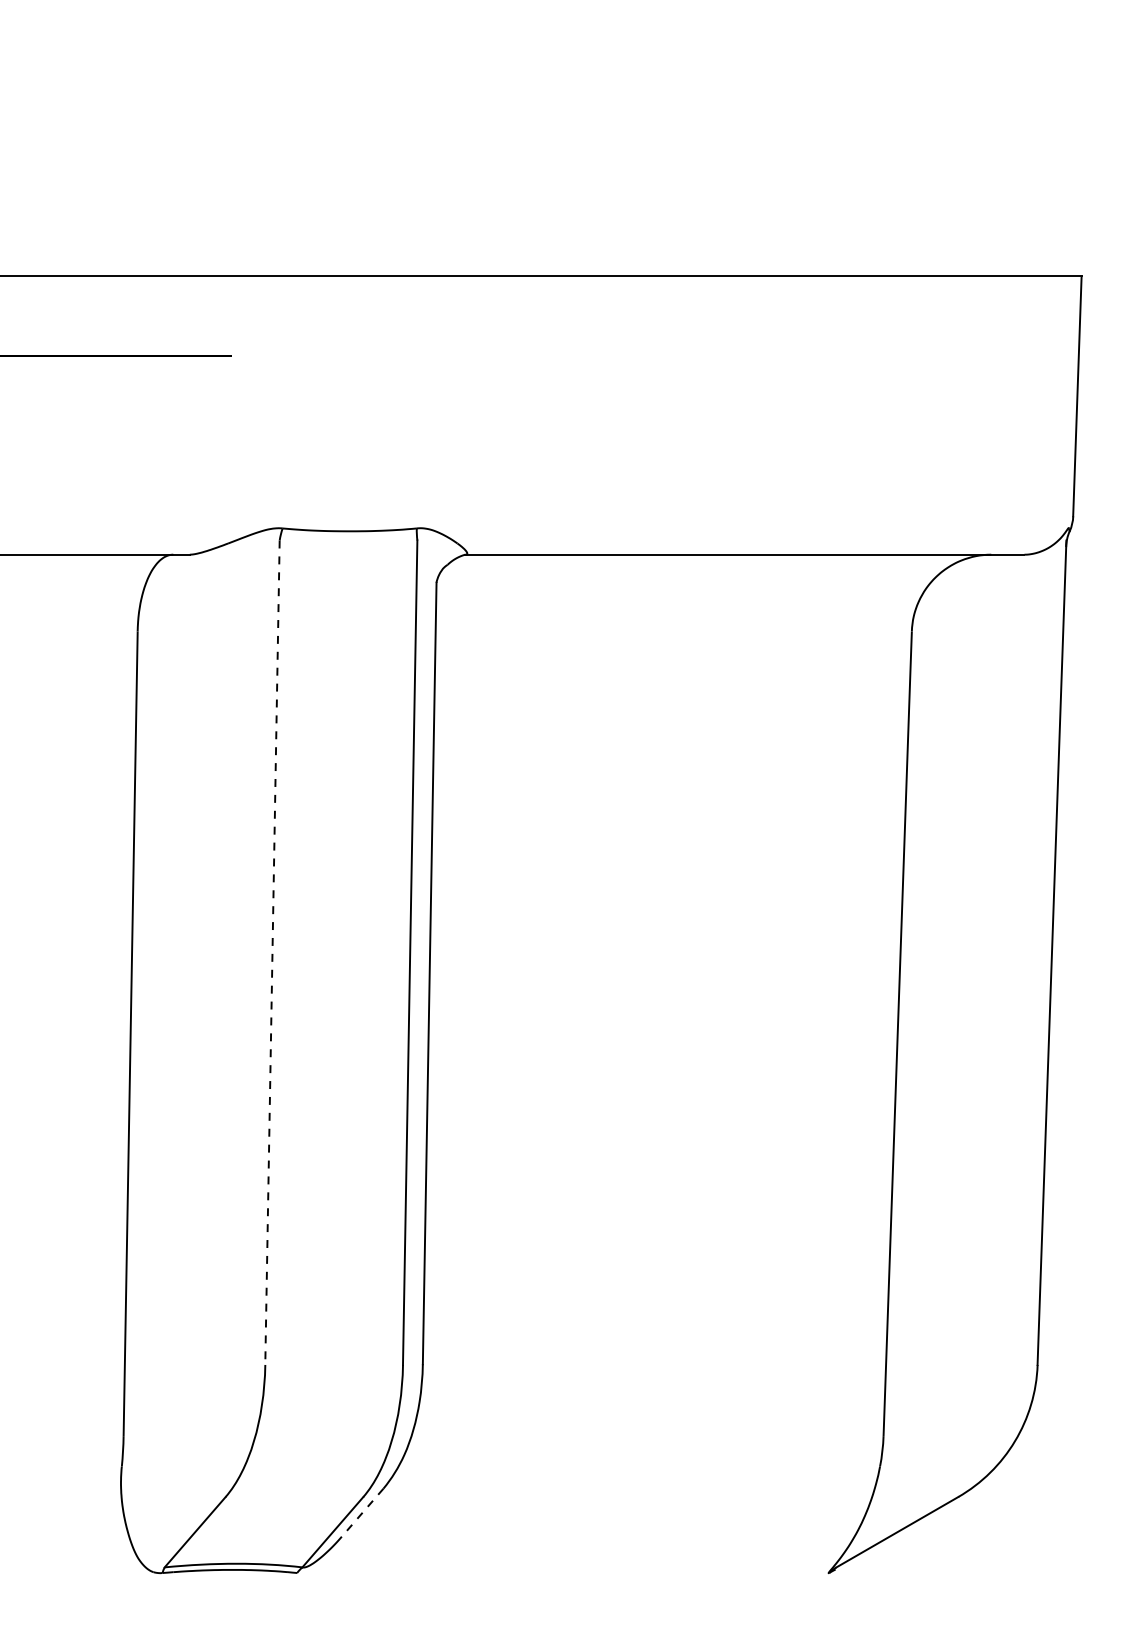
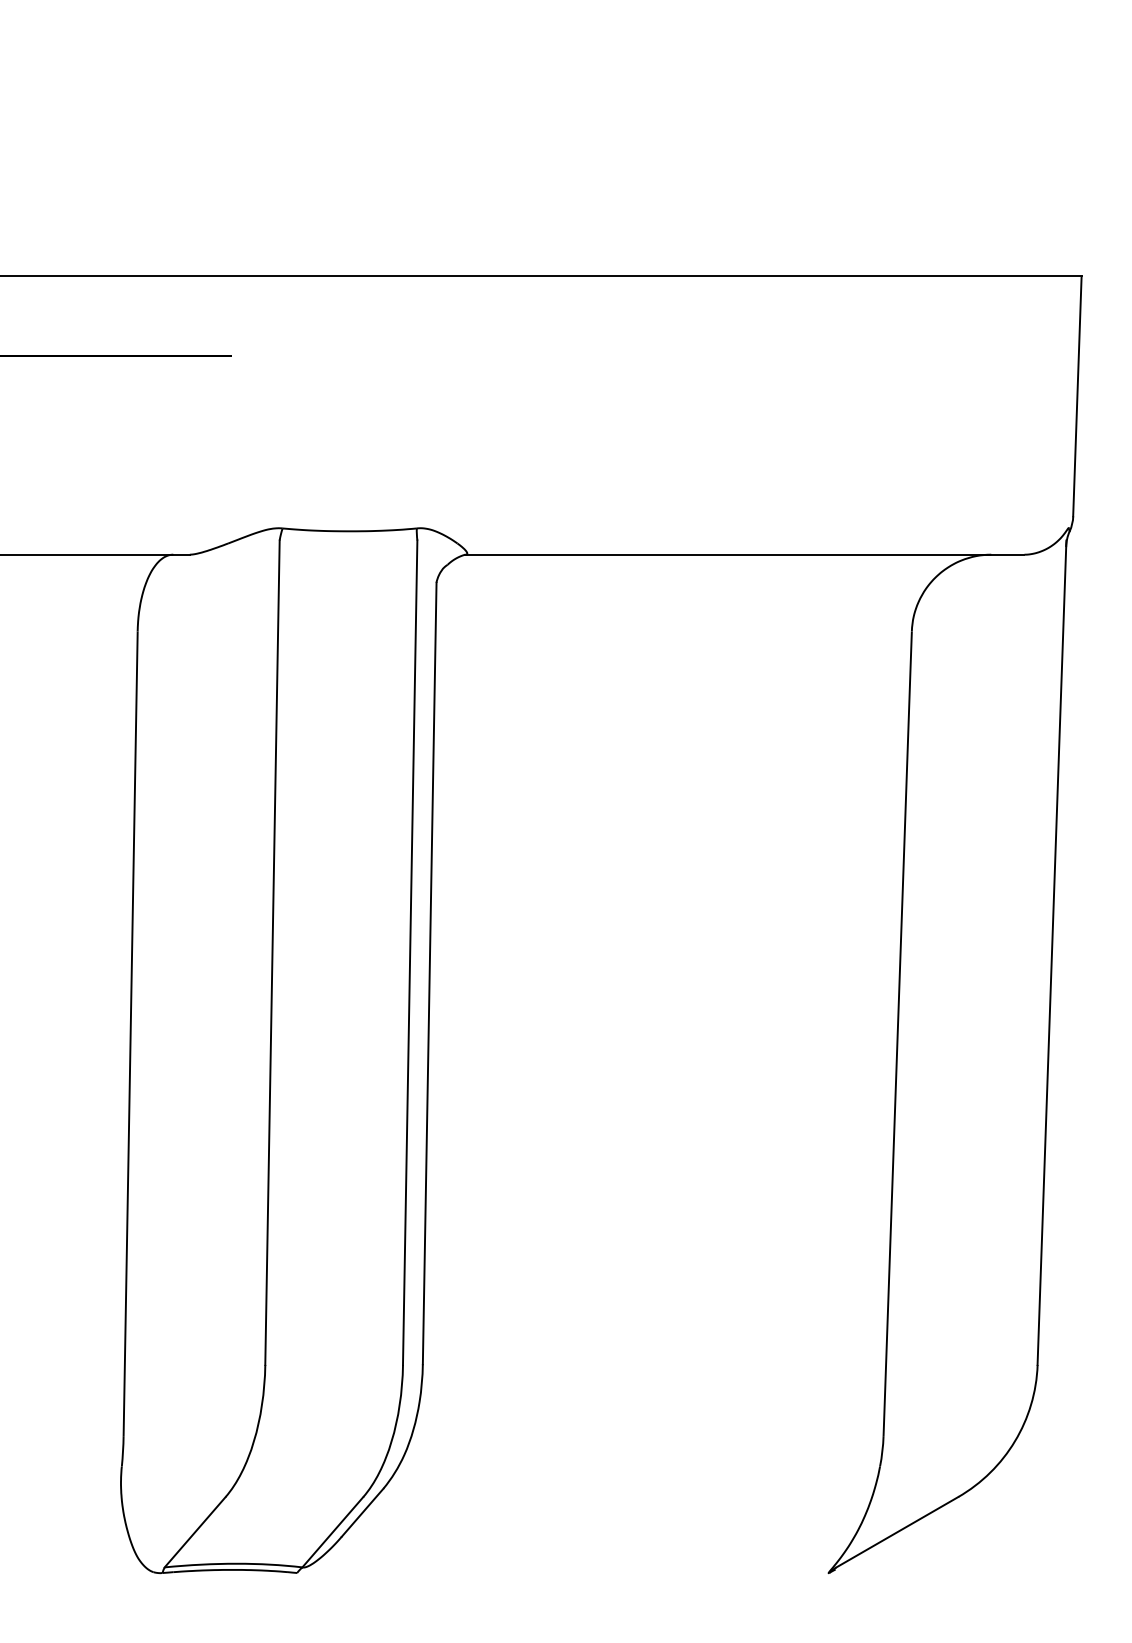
line at (272, 953): dashed -> solid
line at (362, 1512): dashed -> solid
